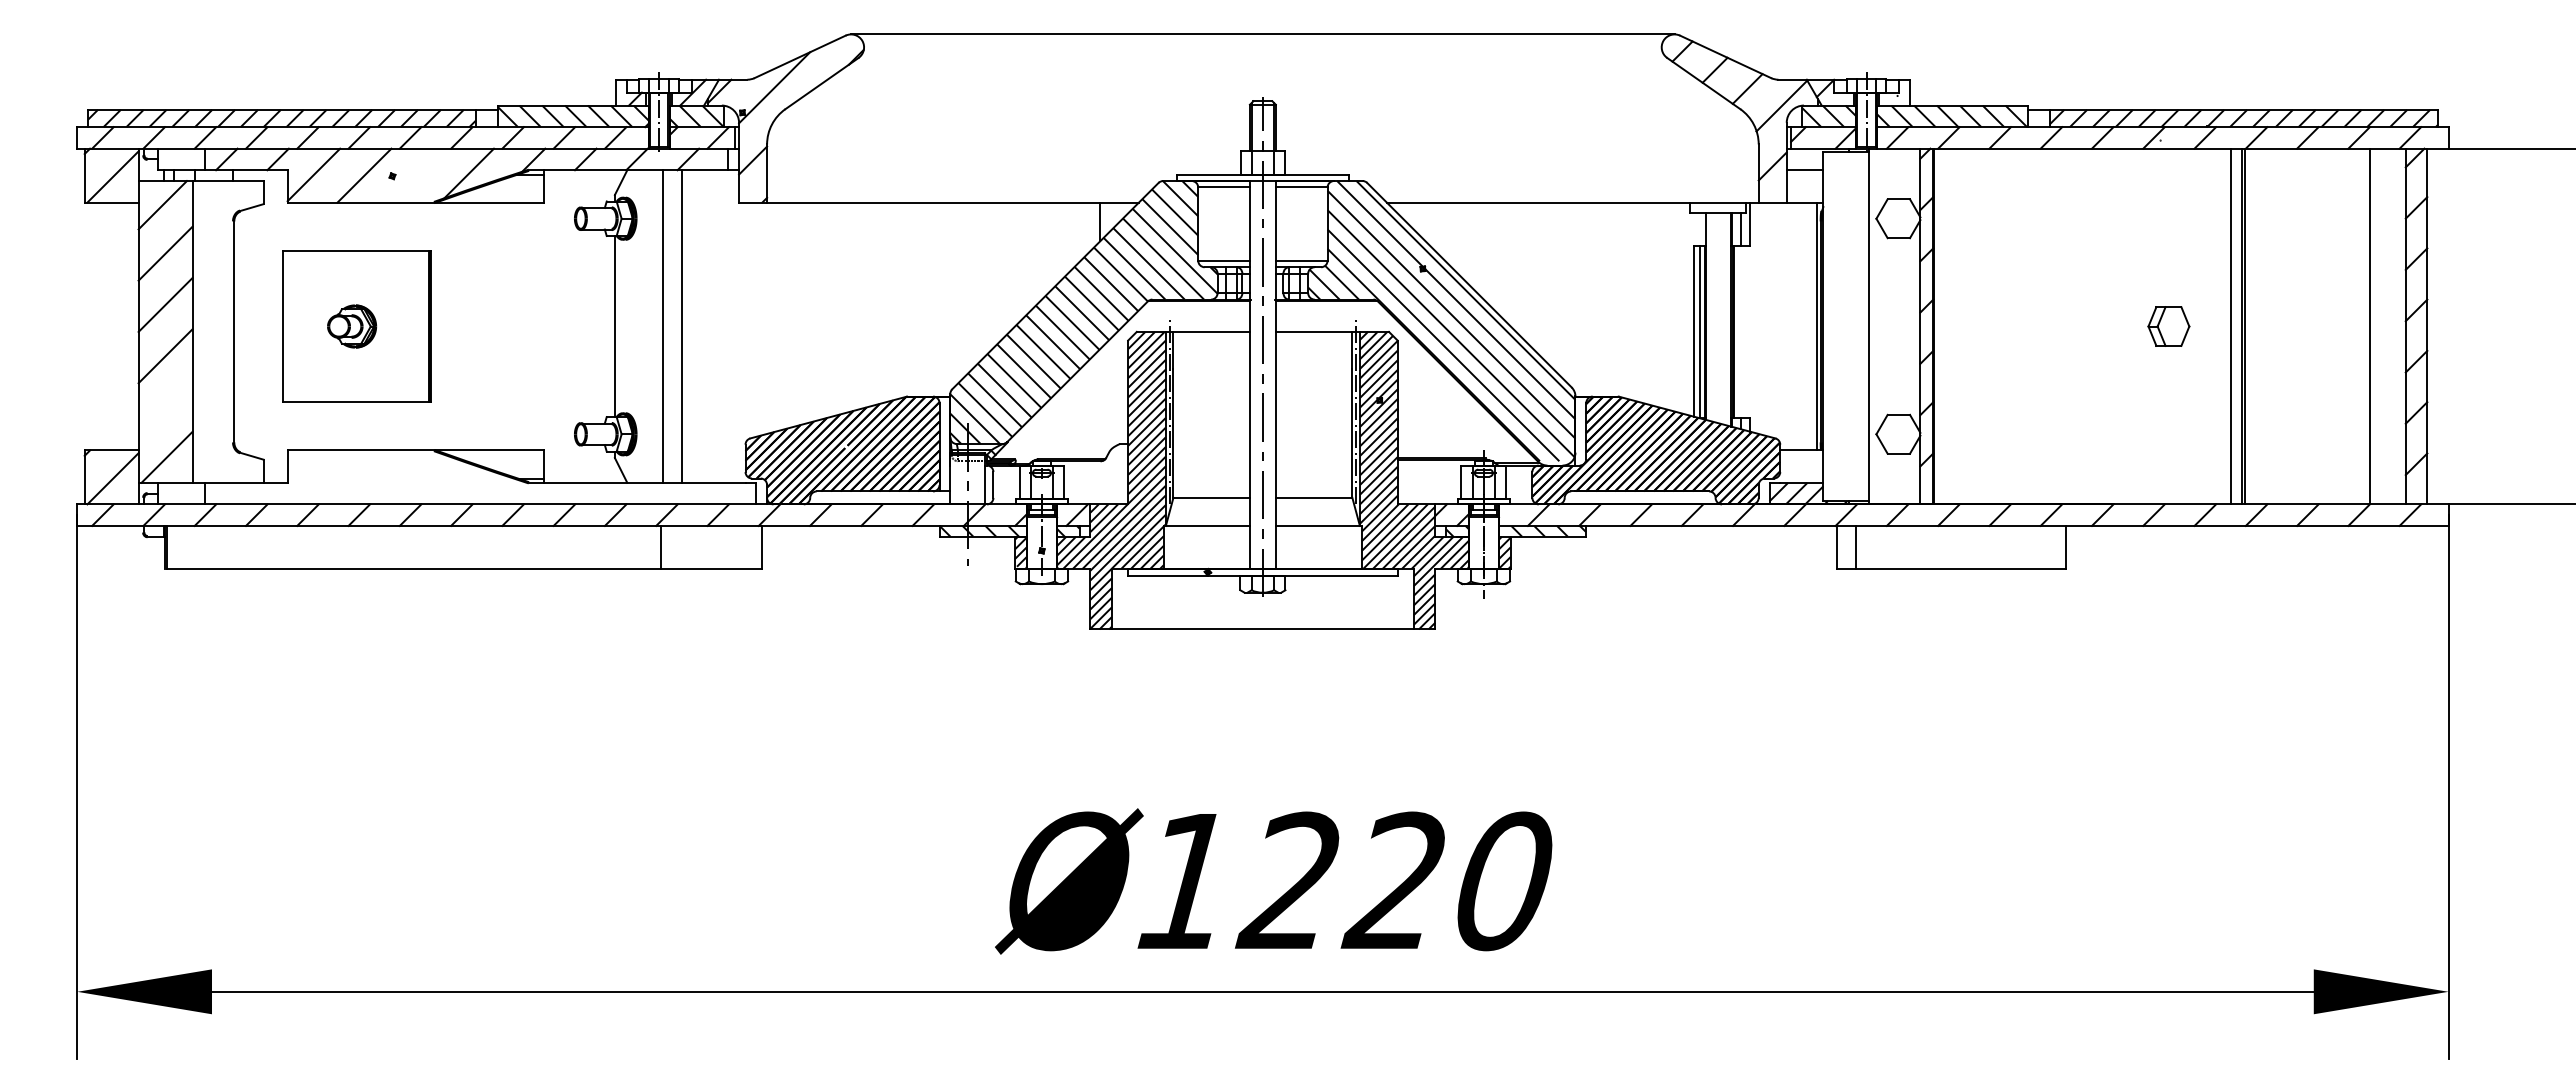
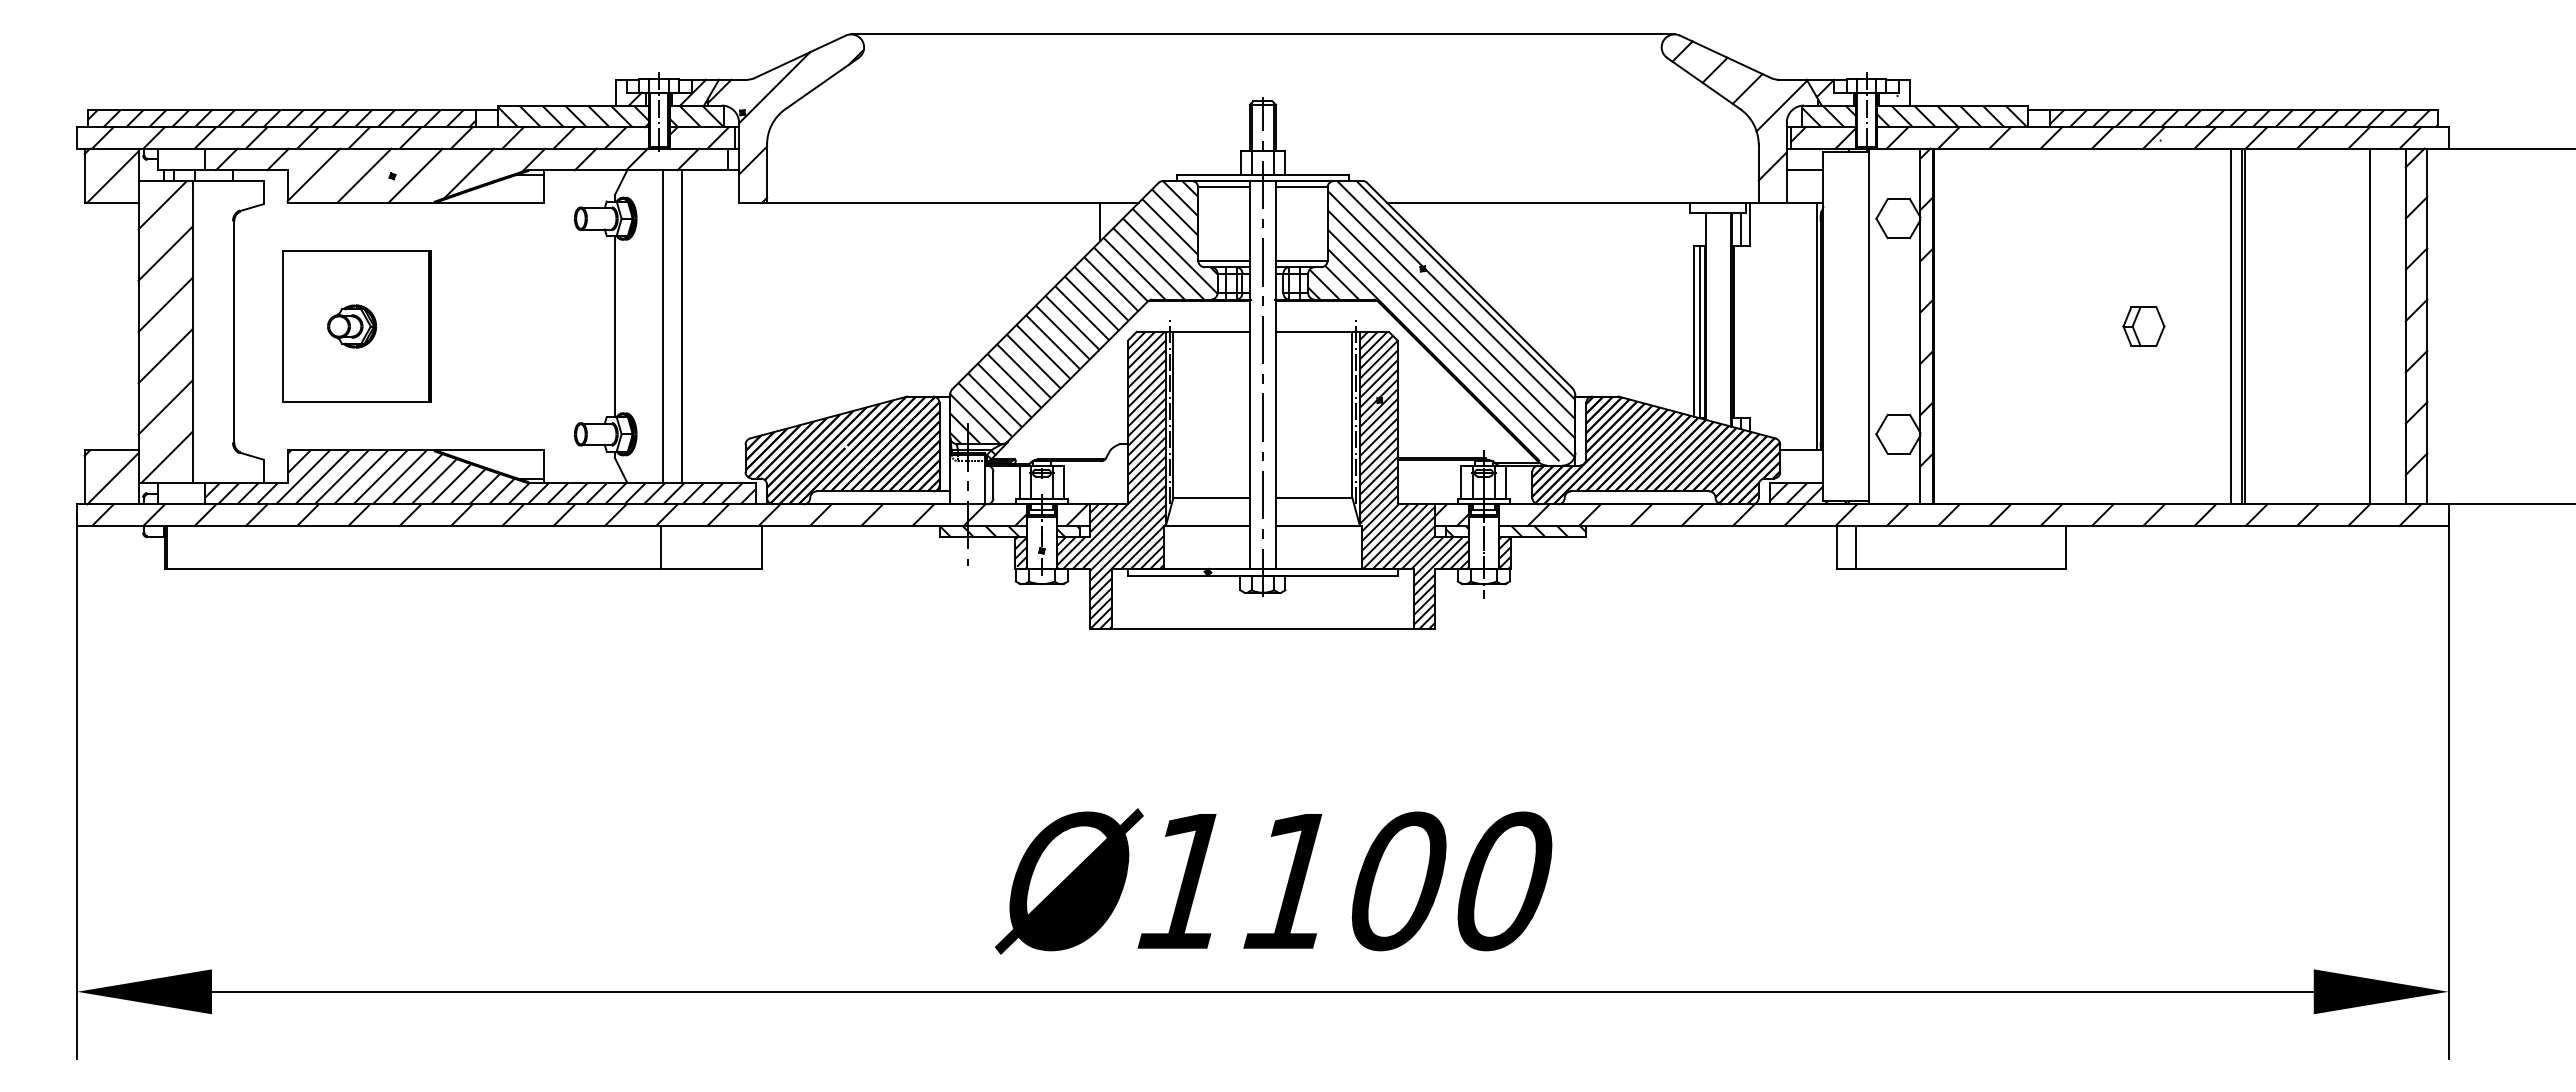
line at (415, 175): none -> present
part at (2168, 326) position: (2168, 326) -> (2143, 326)
line at (165, 407): none -> present
hatch at (480, 477): none -> present
text at (1340, 881): Ø1220 -> Ø1100
